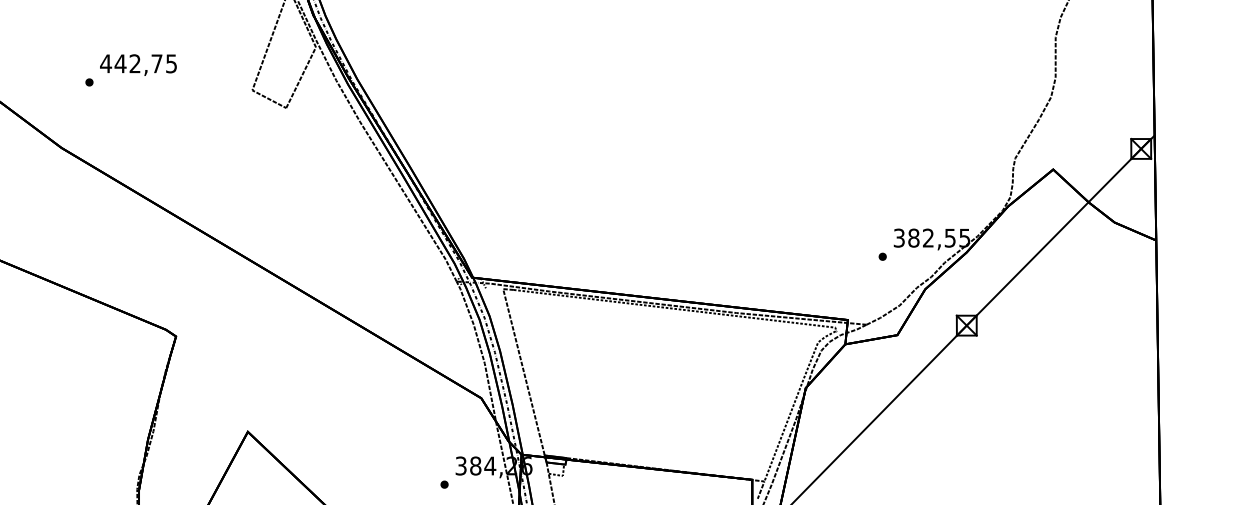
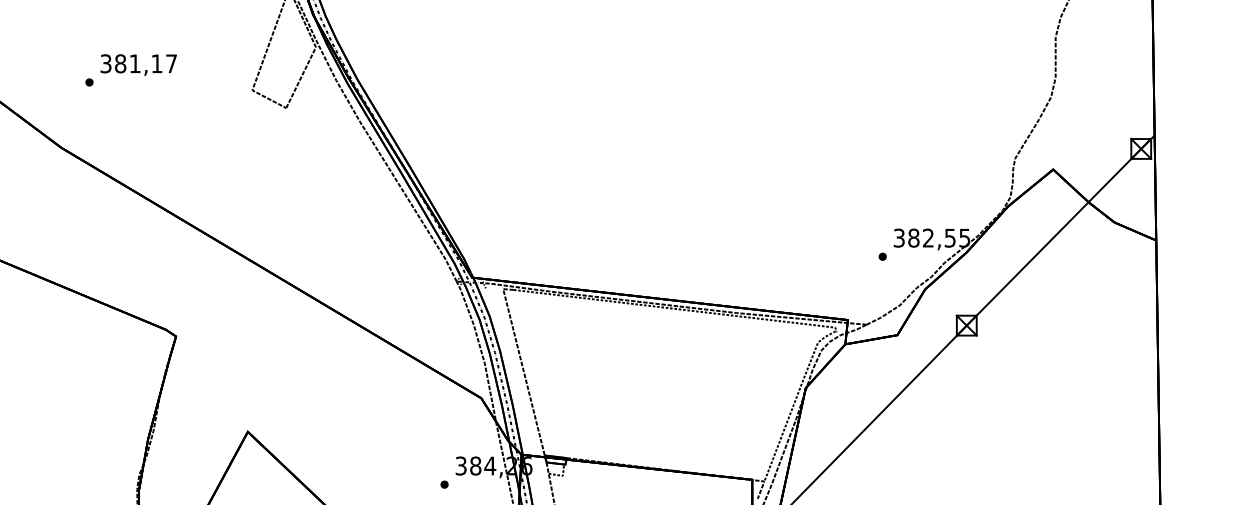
text at (138, 63): 442,75 -> 381,17
